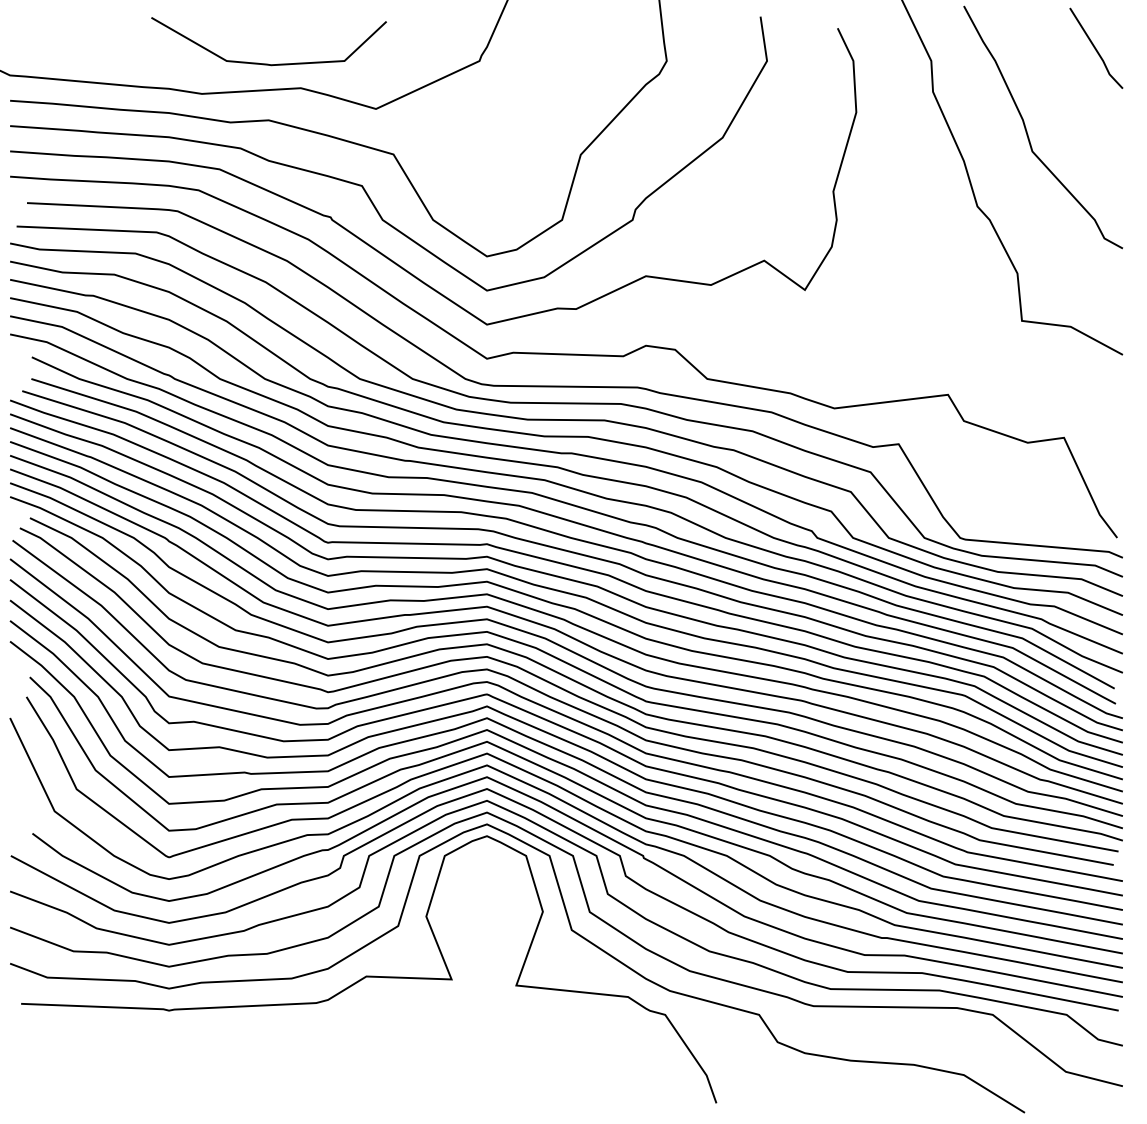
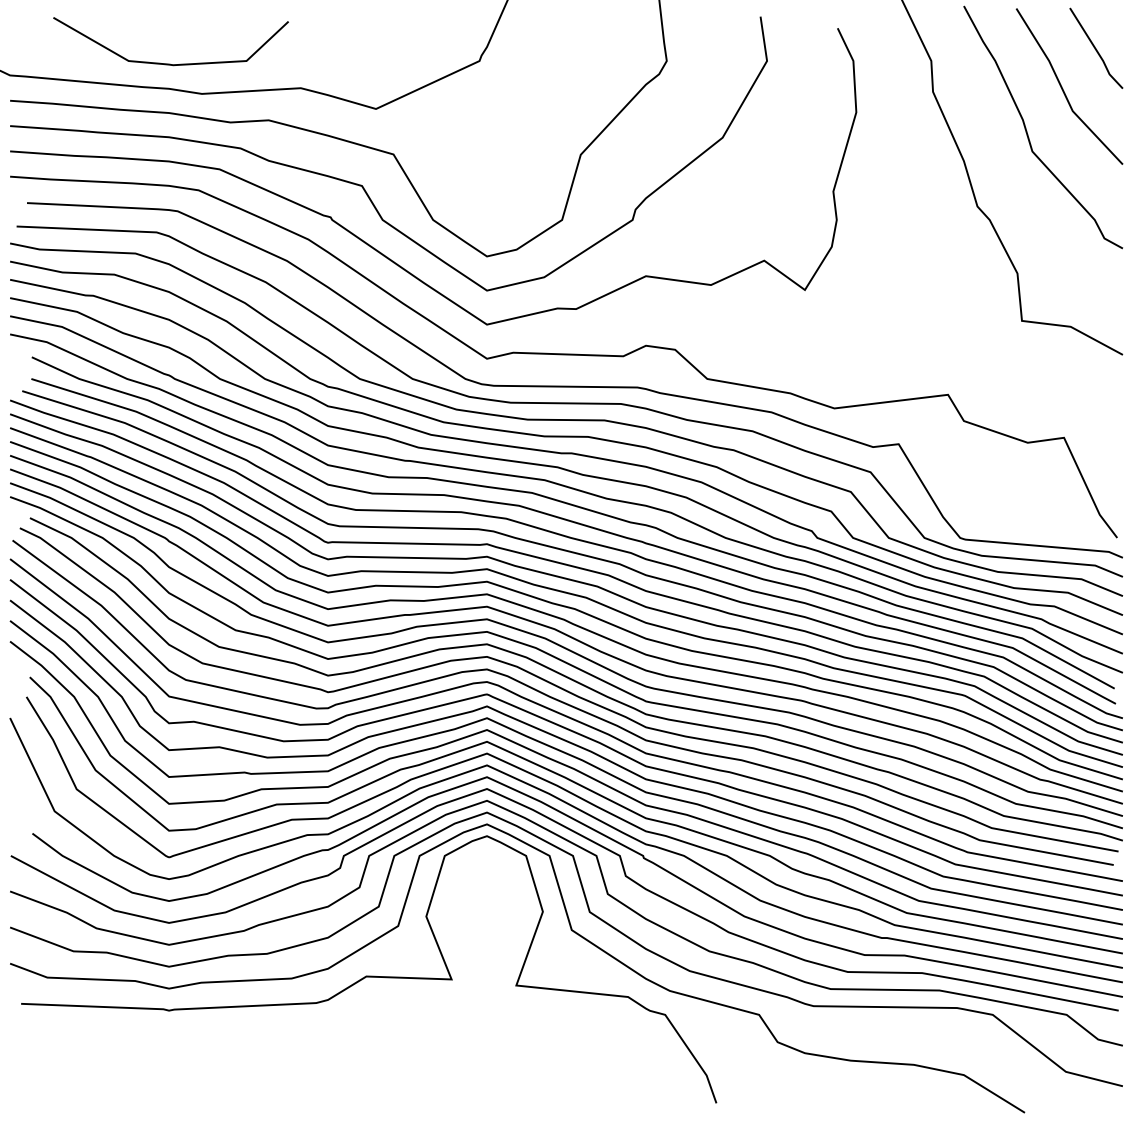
curve at (268, 63) position: (268, 63) -> (170, 63)
line at (1063, 88): none -> present
